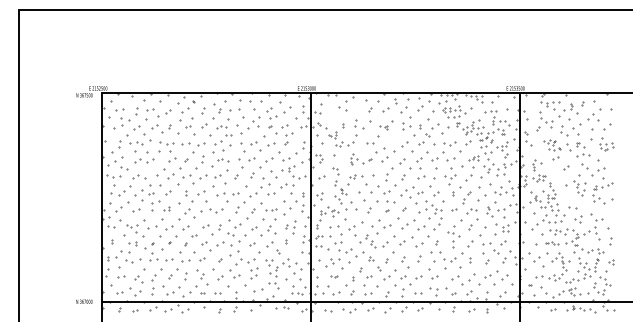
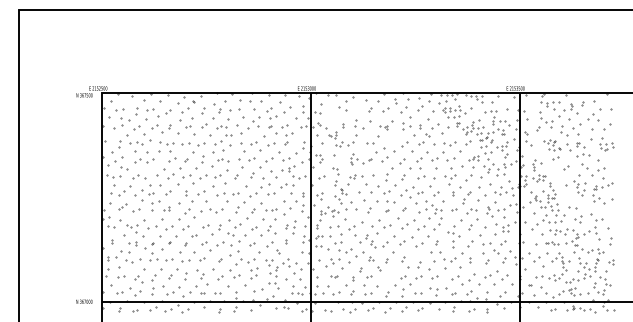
part at (122, 206) size: 15x12 px -> 10x8 px
part at (419, 258) position: (419, 258) -> (419, 264)
part at (389, 274): present -> none
